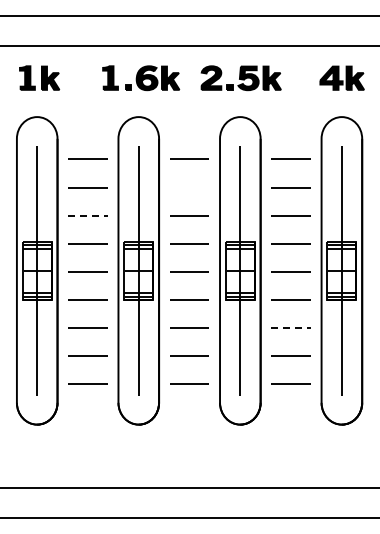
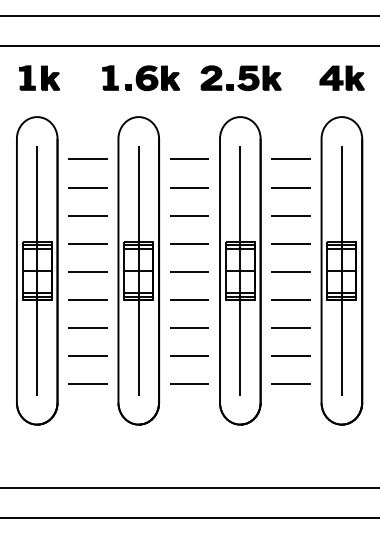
line at (189, 187): none -> present
line at (87, 215): dashed -> solid
line at (291, 328): dashed -> solid
